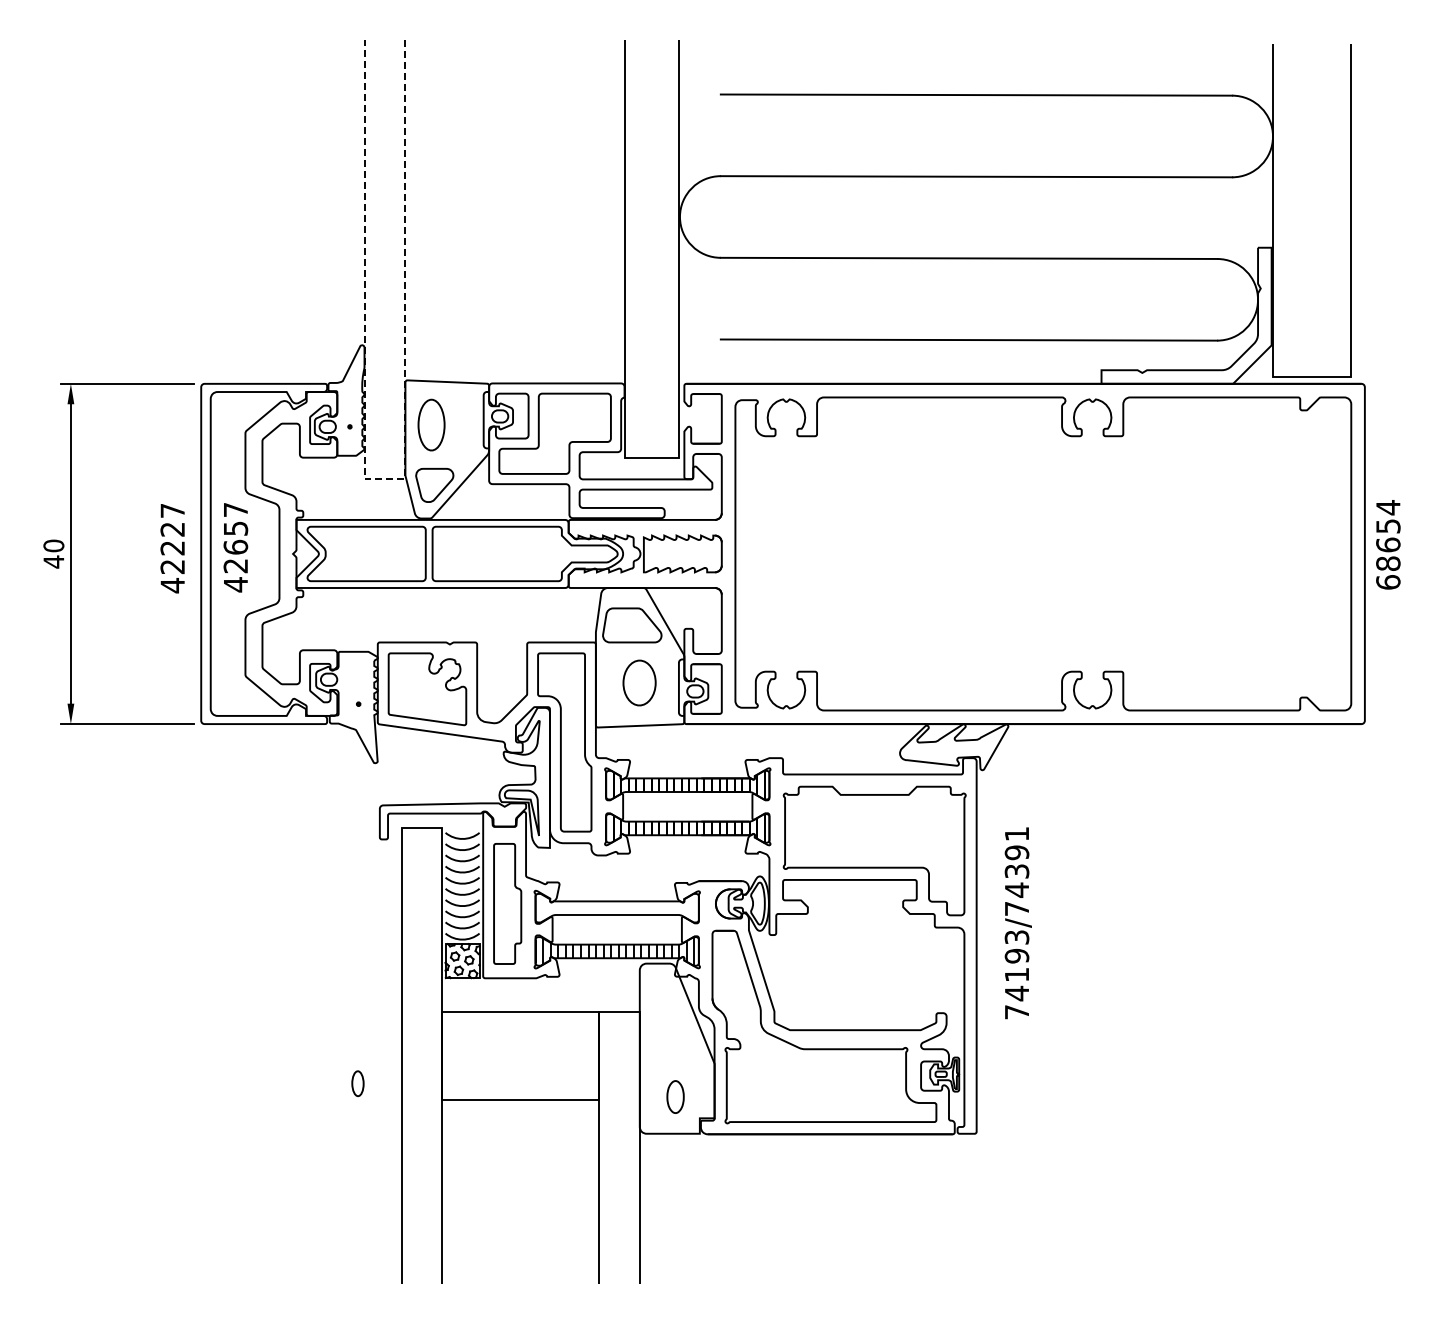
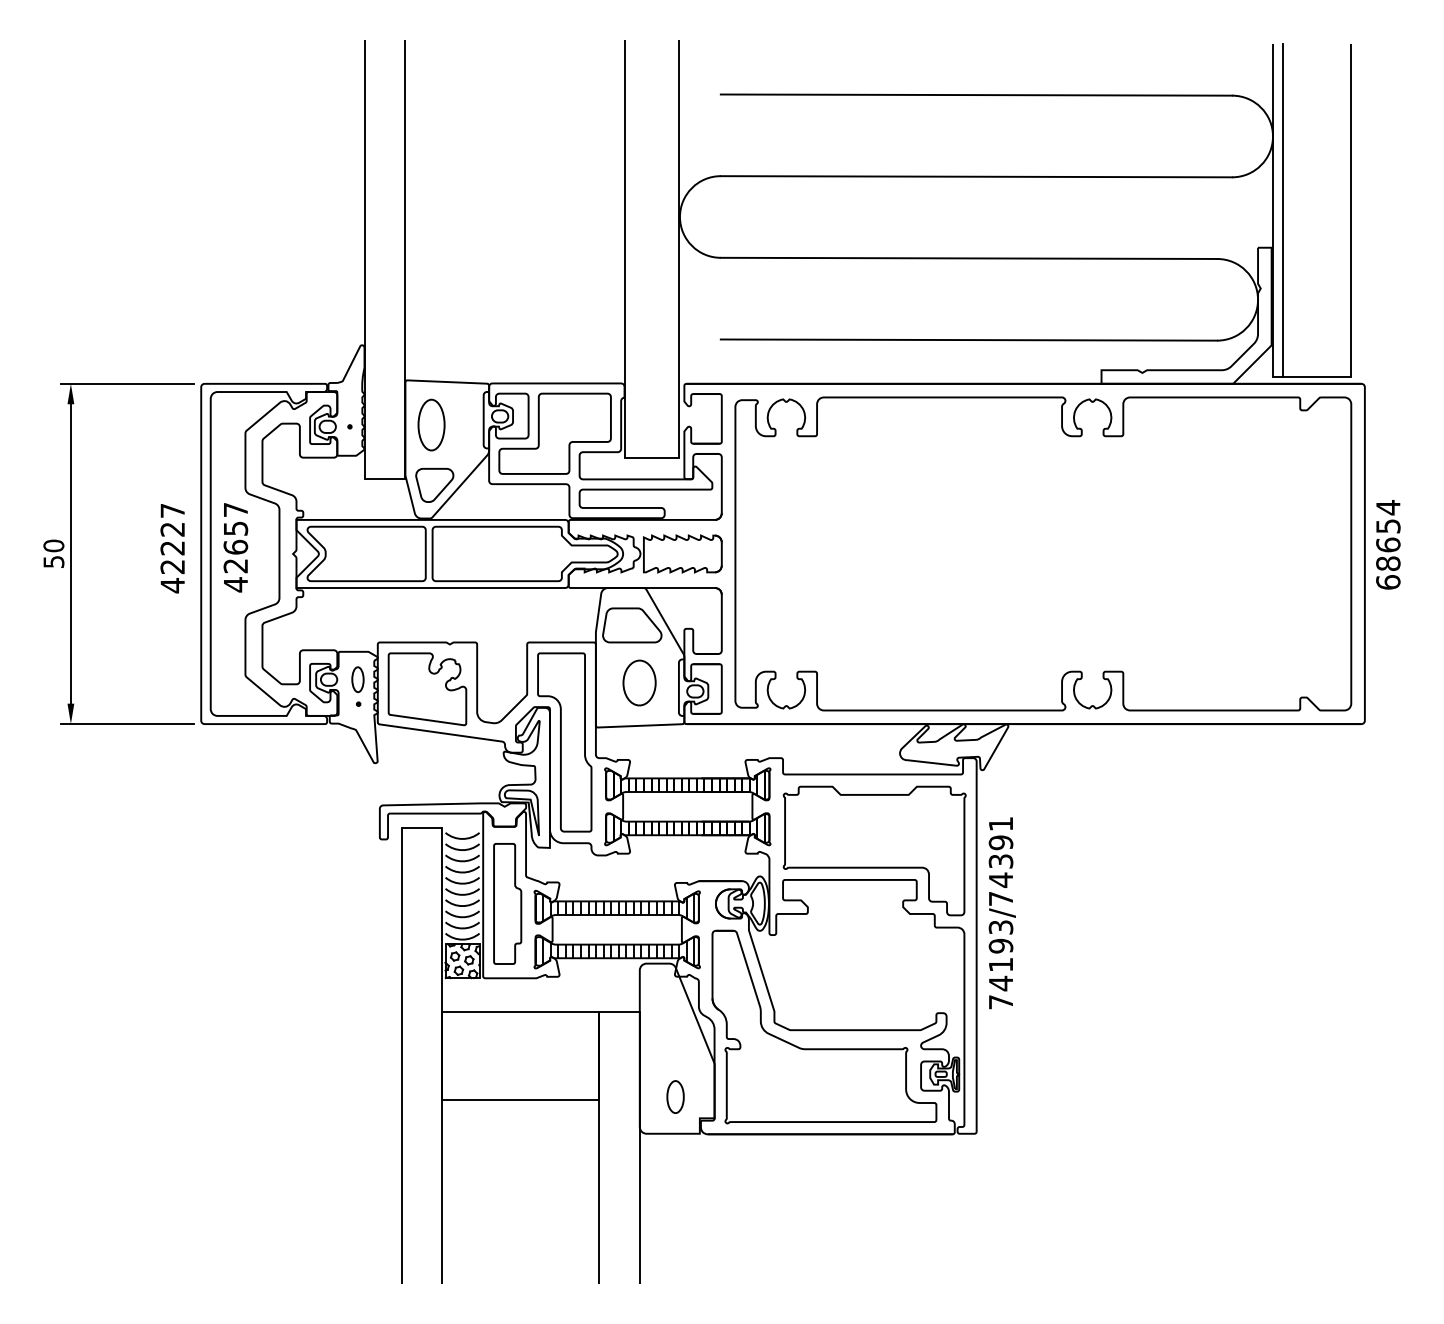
line at (1283, 210): none -> present
line at (384, 479): dashed -> solid
text at (53, 561): 40 -> 50
hatch at (614, 907): none -> present
text at (1017, 923) position: (1017, 923) -> (1001, 913)
part at (357, 1083) position: (357, 1083) -> (357, 679)
